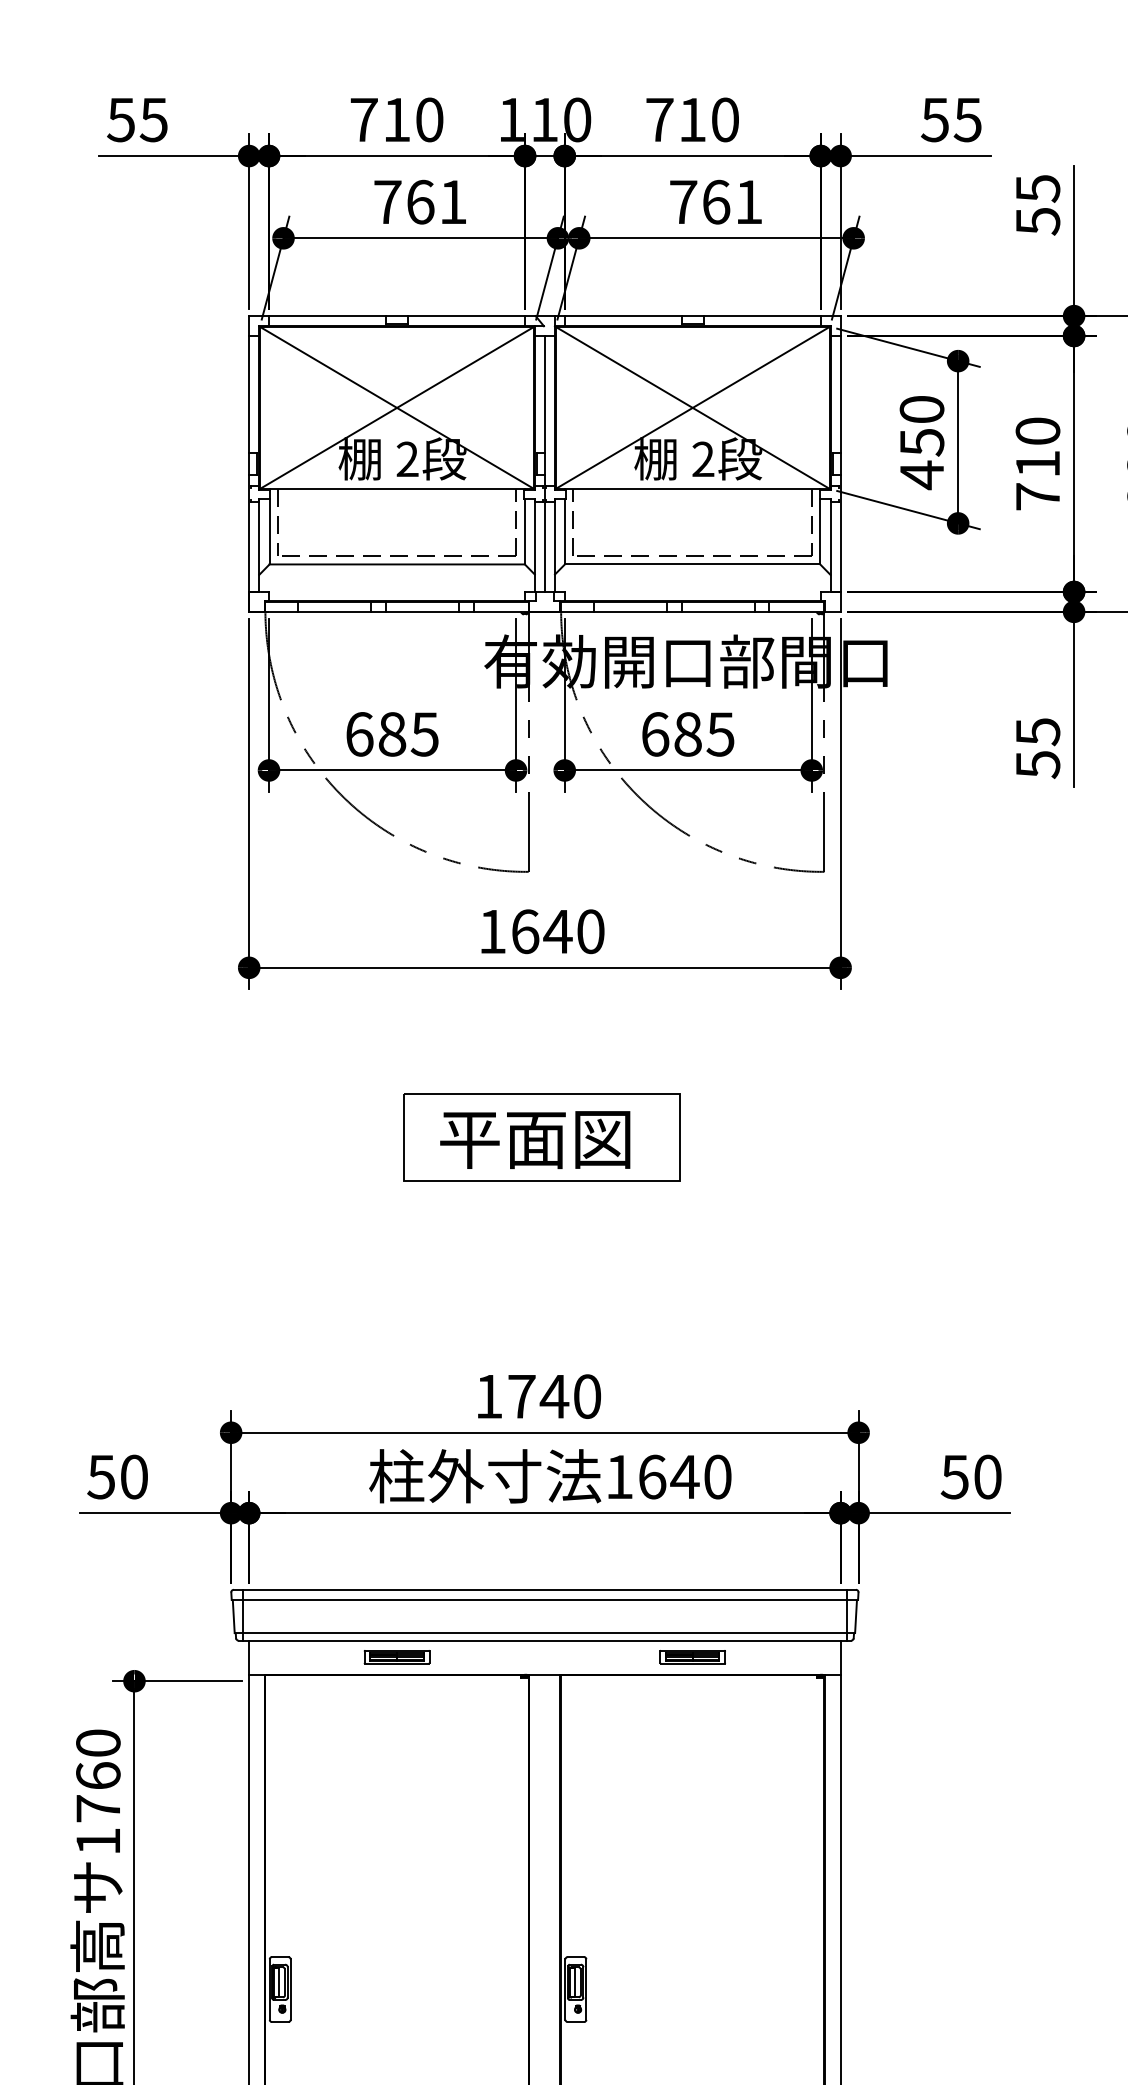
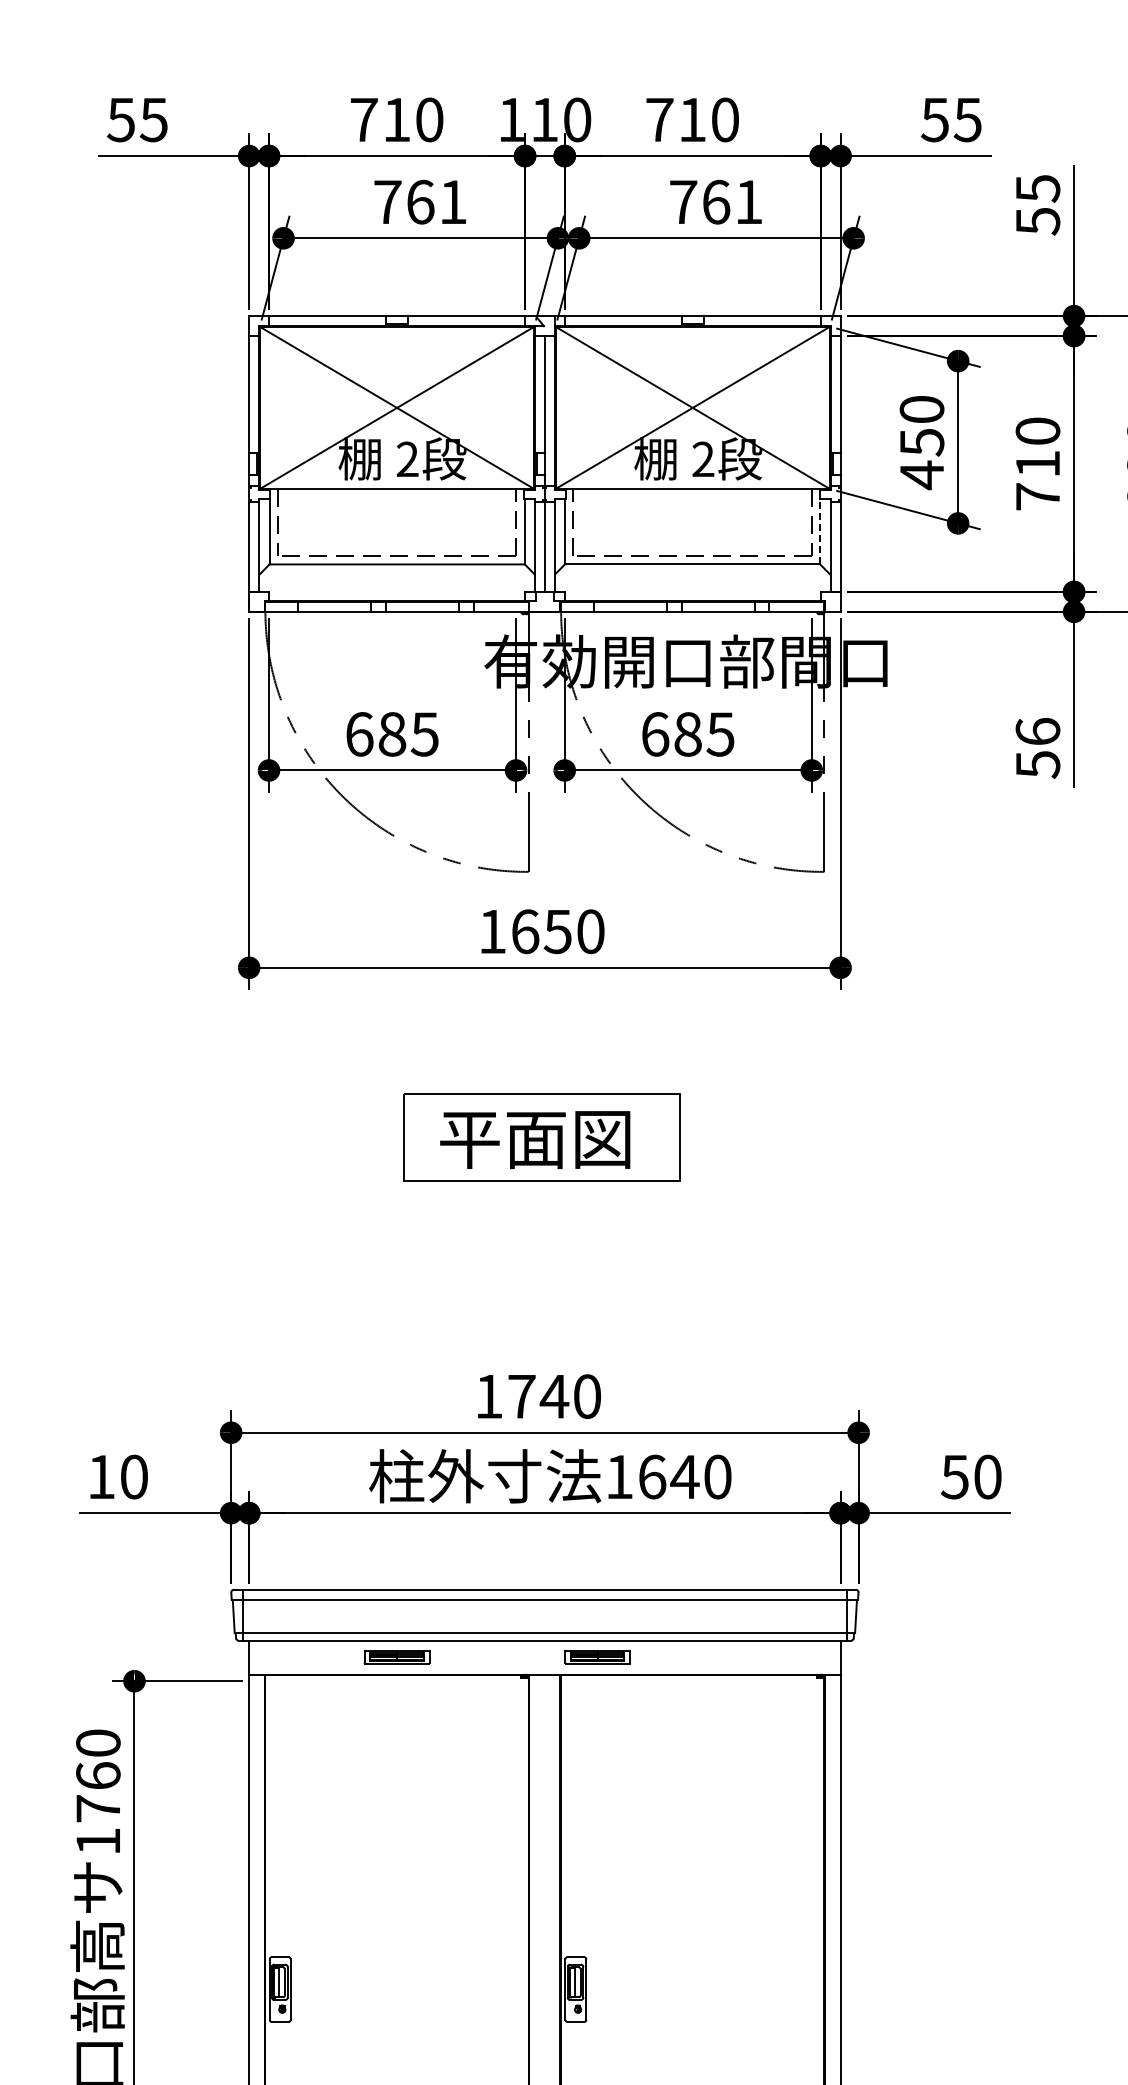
line at (820, 531): solid -> dashed
text at (1037, 732): 55 -> 56
text at (557, 932): 1640 -> 1650
text at (100, 1477): 50 -> 10
part at (692, 1657) position: (692, 1657) -> (597, 1657)
